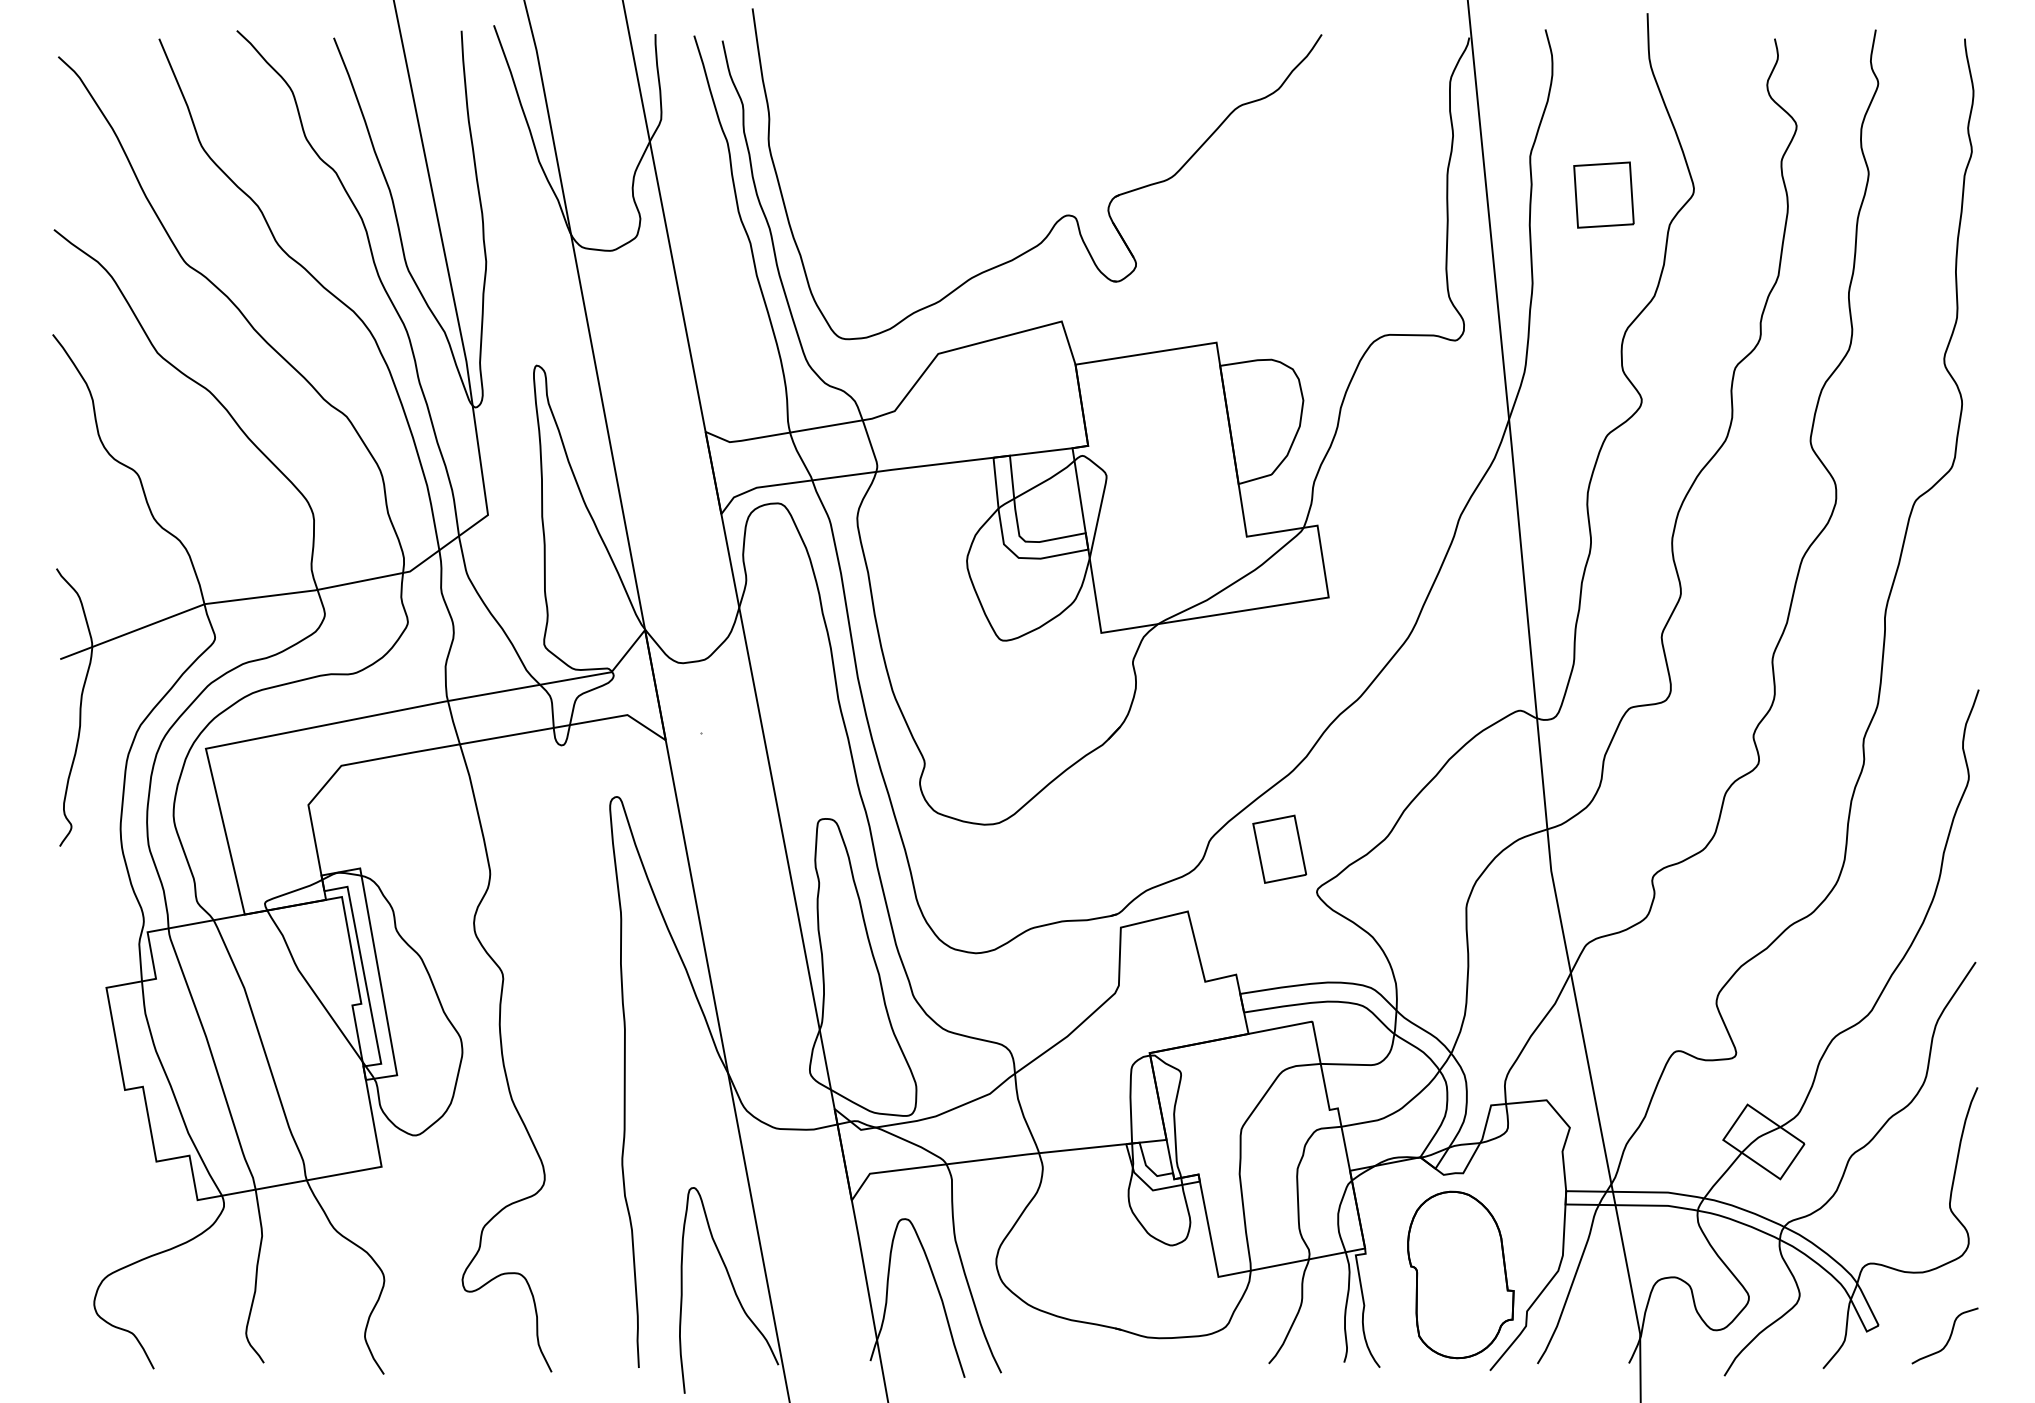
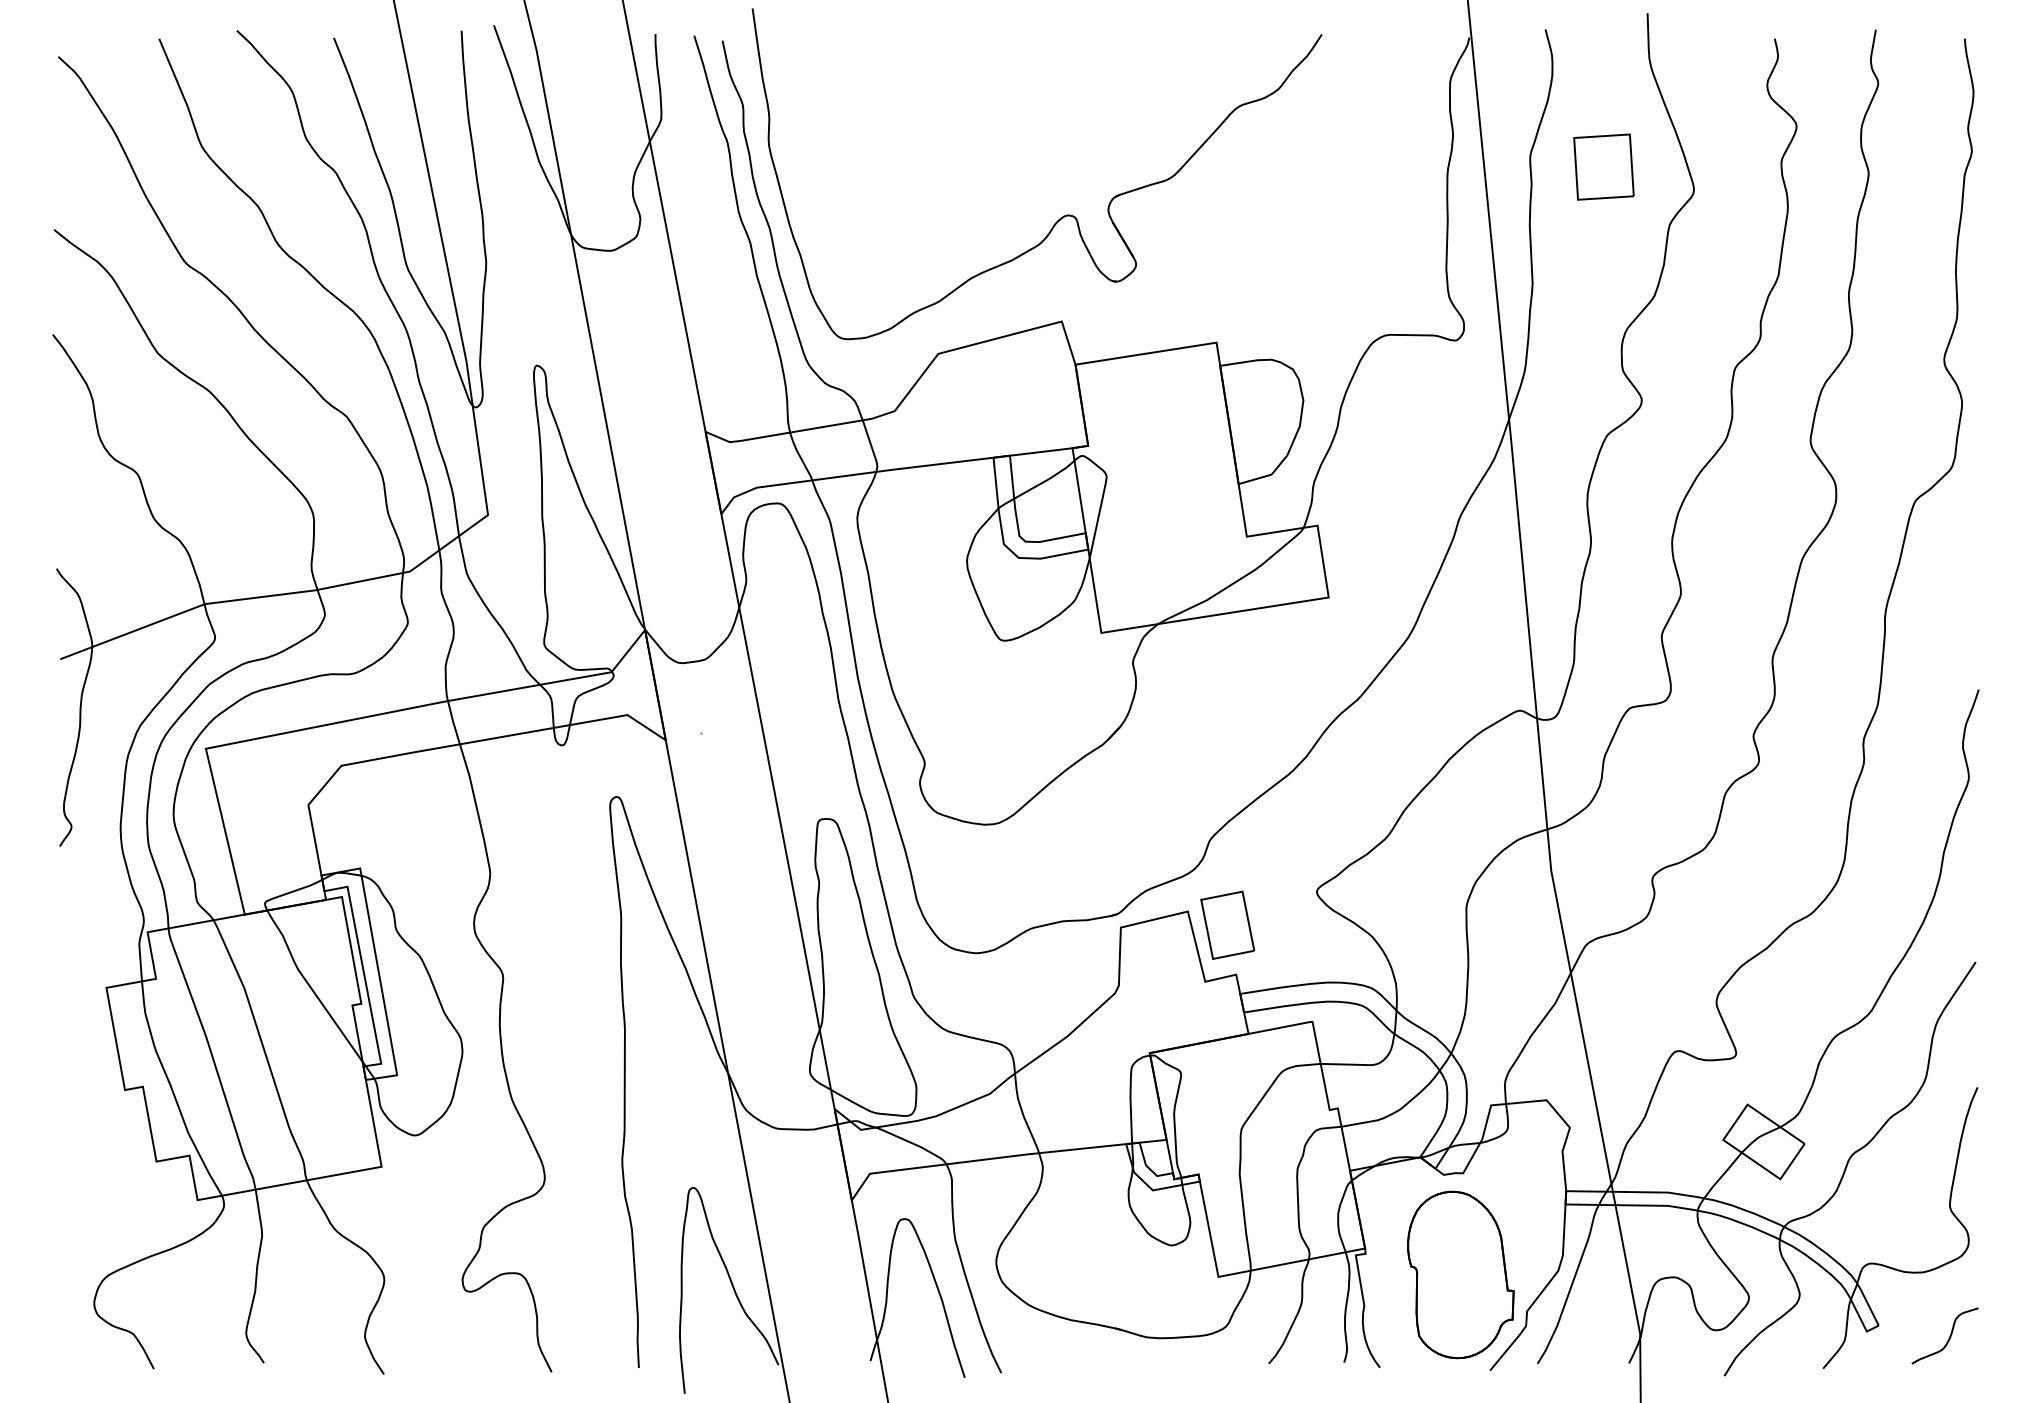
part at (1603, 194) position: (1603, 194) -> (1603, 166)
part at (1279, 848) position: (1279, 848) -> (1227, 924)
